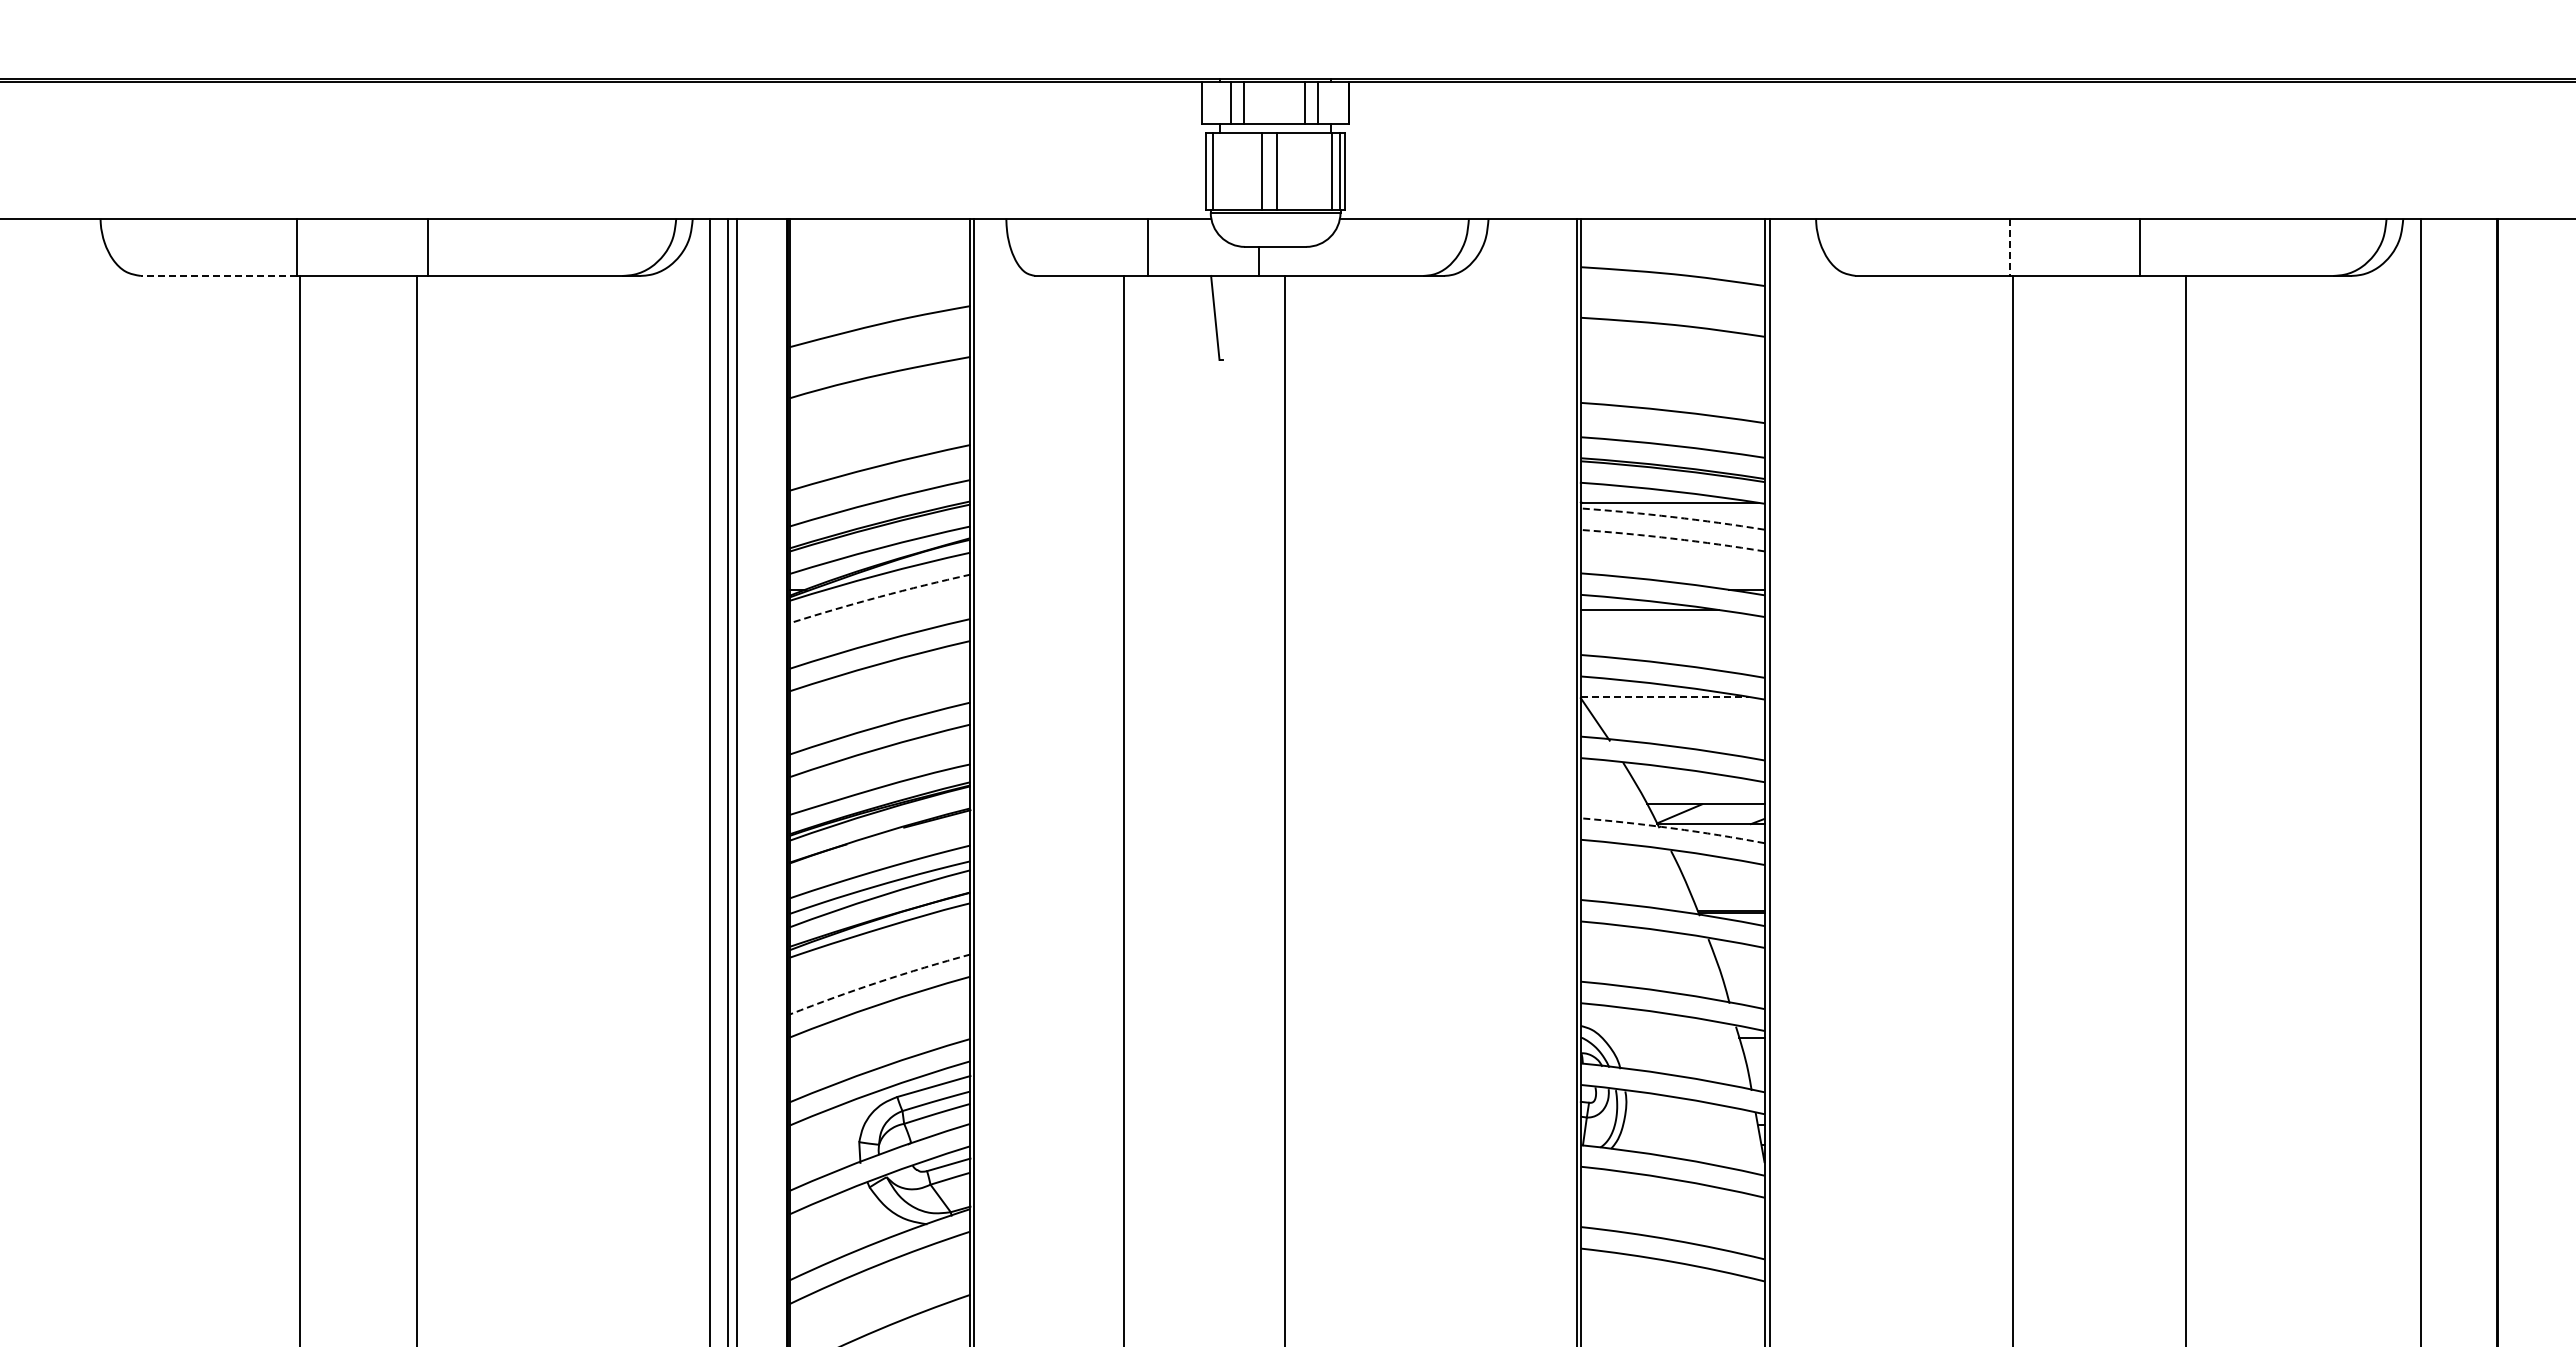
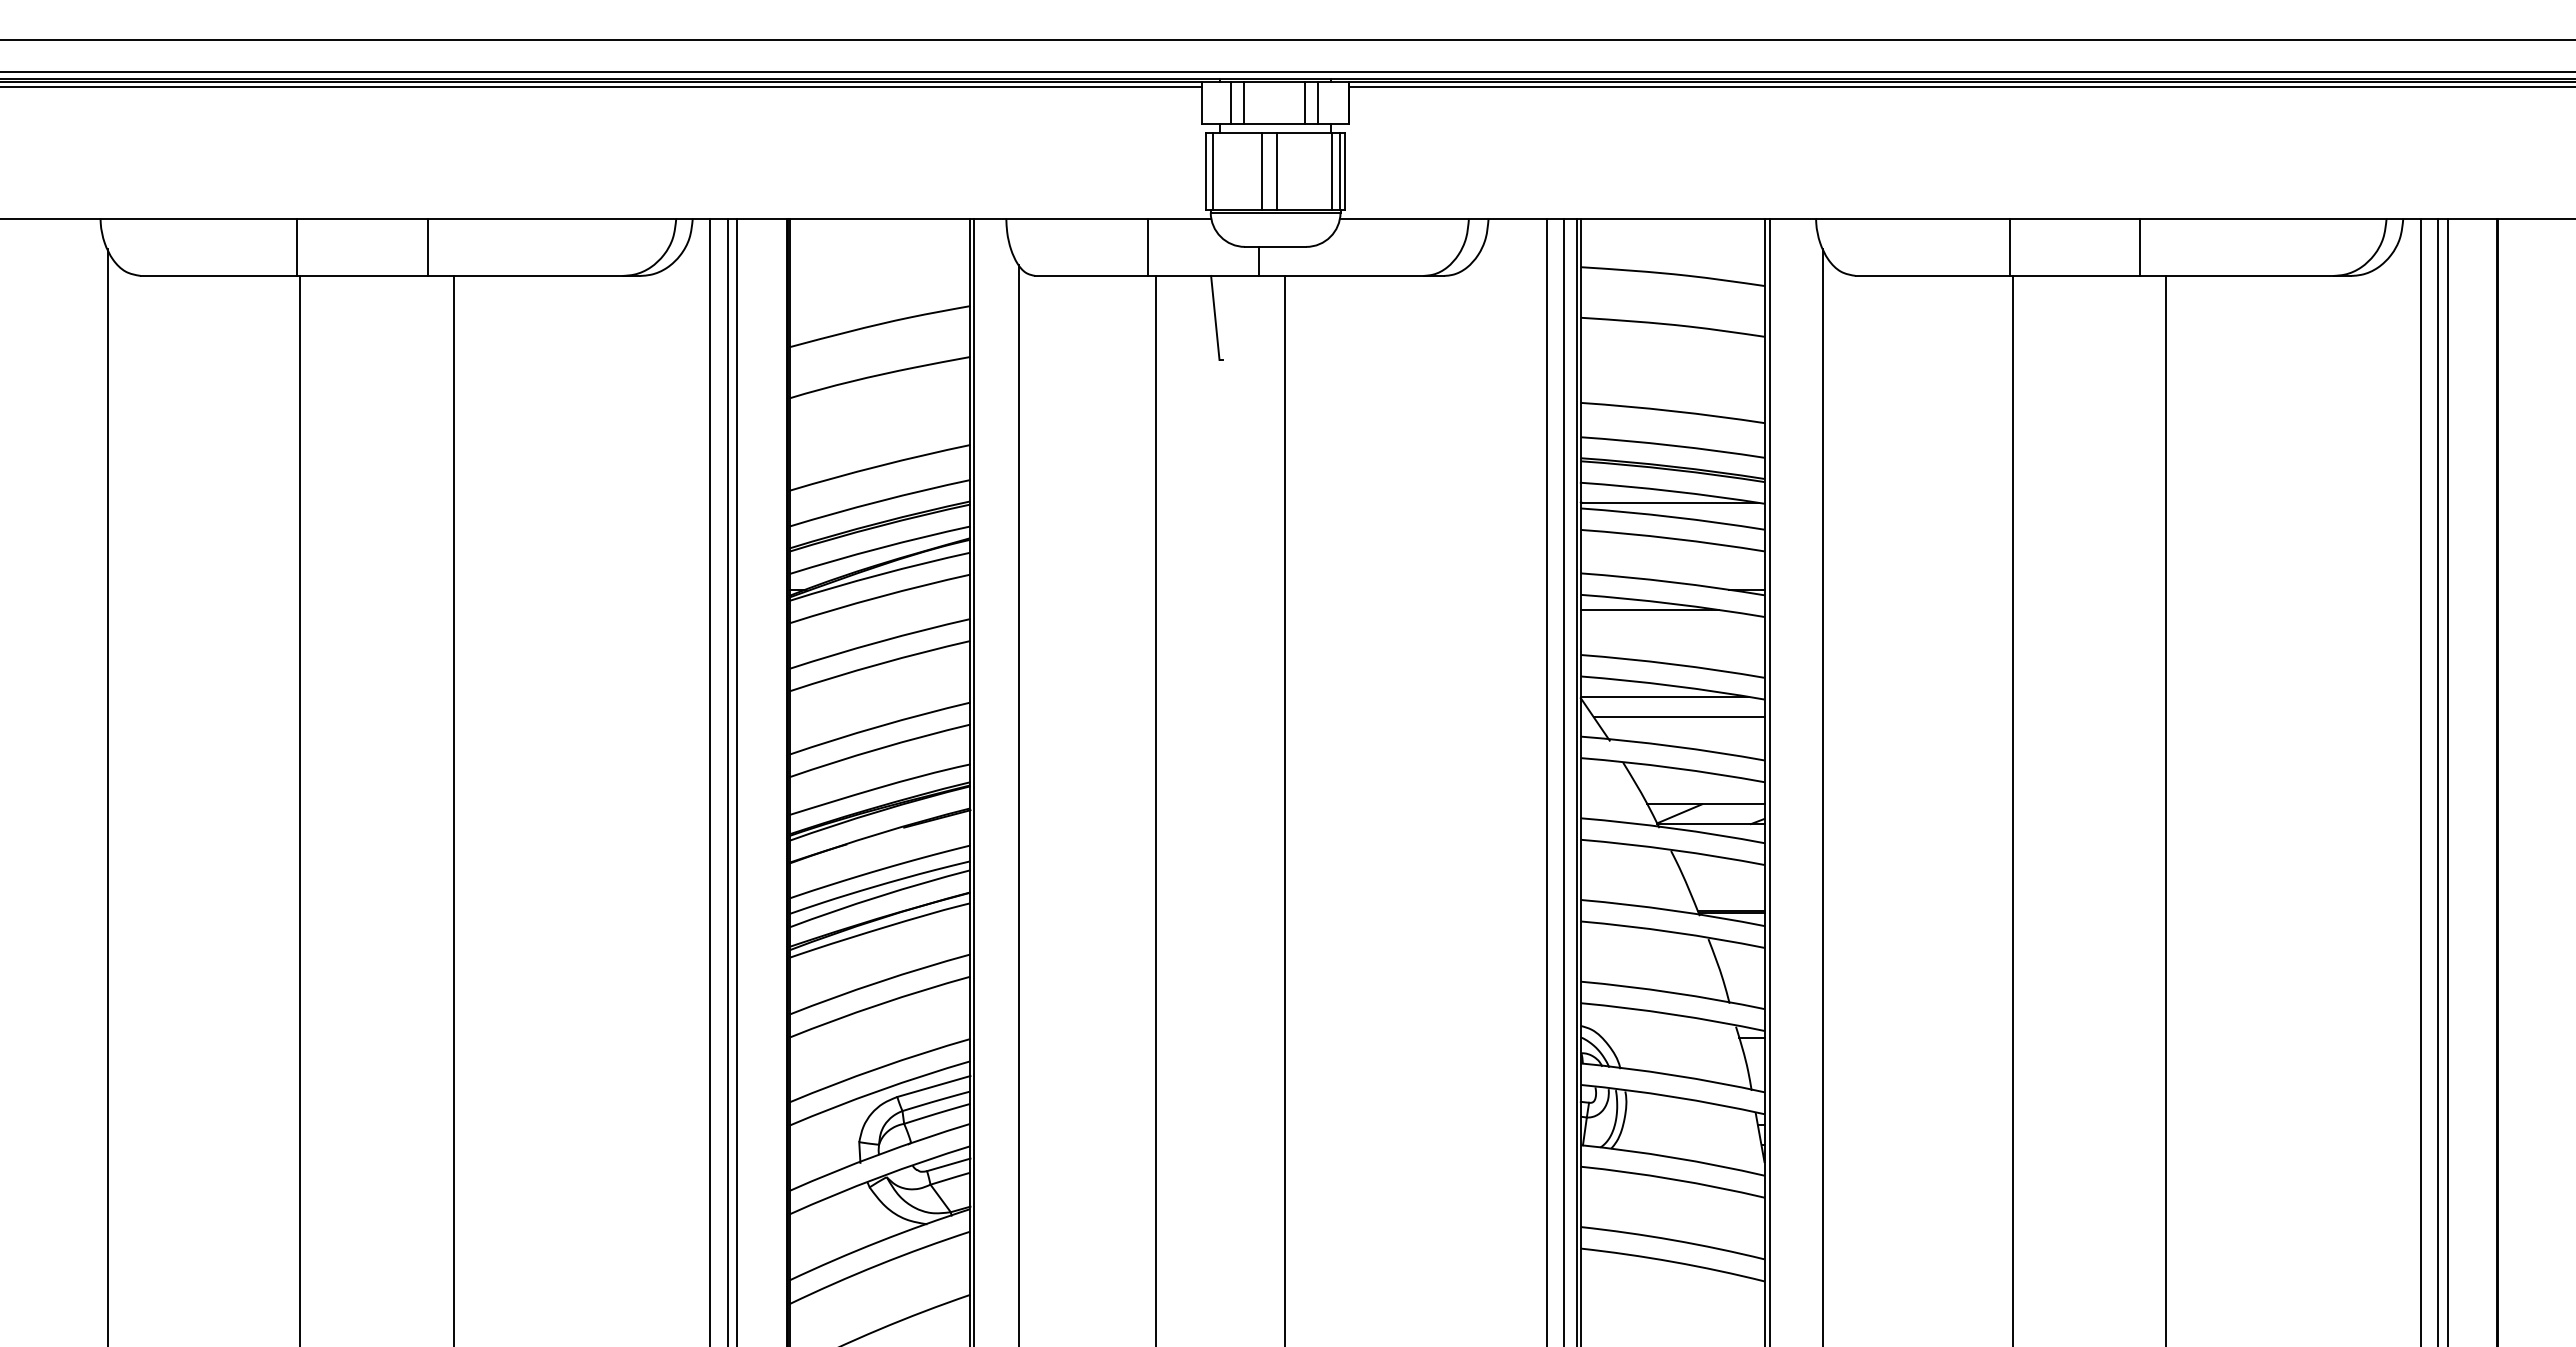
line at (1287, 40): none -> present
line at (1287, 72): none -> present
line at (602, 86): none -> present
line at (1960, 86): none -> present
line at (2010, 247): dashed -> solid
line at (218, 275): dashed -> solid
arc at (1672, 517): dashed -> solid
arc at (1672, 538): dashed -> solid
arc at (879, 596): dashed -> solid
line at (1664, 696): dashed -> solid
line at (1678, 717): none -> present
line at (1546, 780): none -> present
line at (1564, 780): none -> present
line at (2438, 780): none -> present
line at (2447, 780): none -> present
line at (107, 795): none -> present
line at (1823, 796): none -> present
line at (1019, 804): none -> present
line at (416, 809) position: (416, 809) -> (453, 809)
line at (1123, 809) position: (1123, 809) -> (1155, 809)
line at (2185, 809) position: (2185, 809) -> (2165, 809)
arc at (1672, 828): dashed -> solid
arc at (879, 982): dashed -> solid
